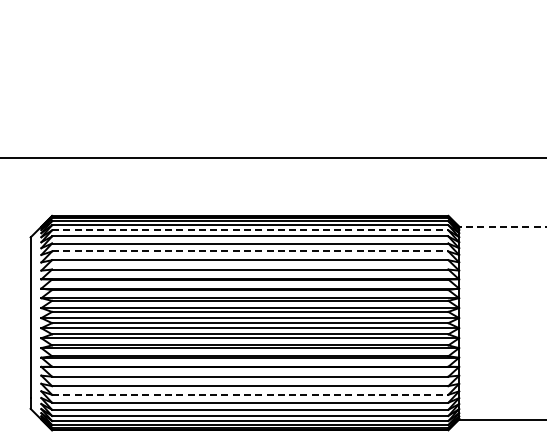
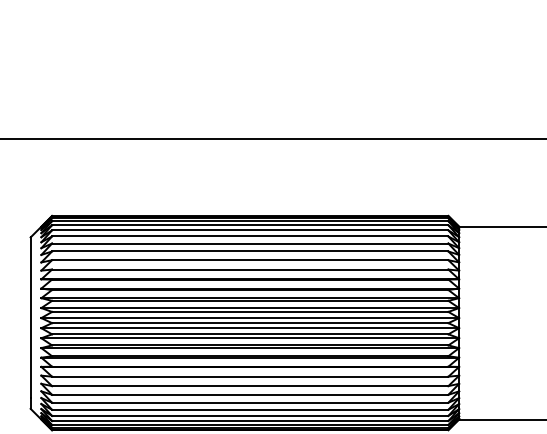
line at (272, 157) position: (272, 157) -> (272, 138)
line at (502, 226): dashed -> solid
line at (250, 230): dashed -> solid
line at (250, 251): dashed -> solid
line at (250, 394): dashed -> solid
